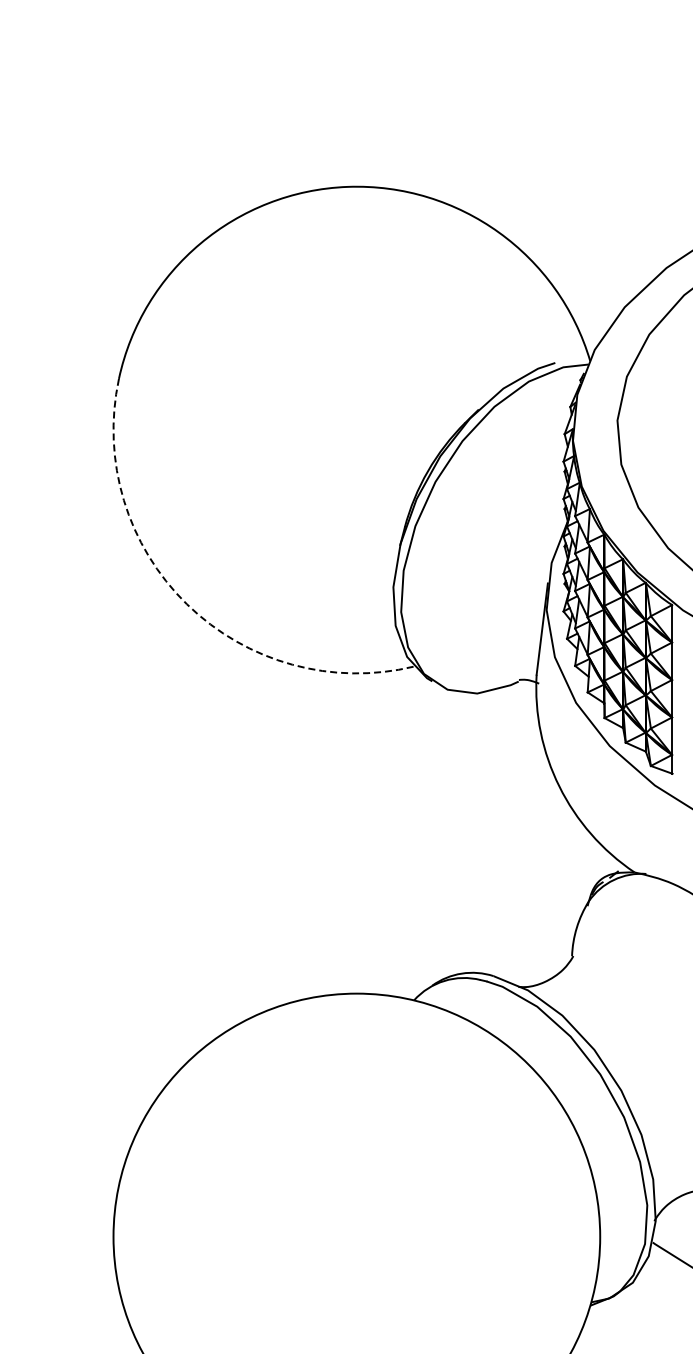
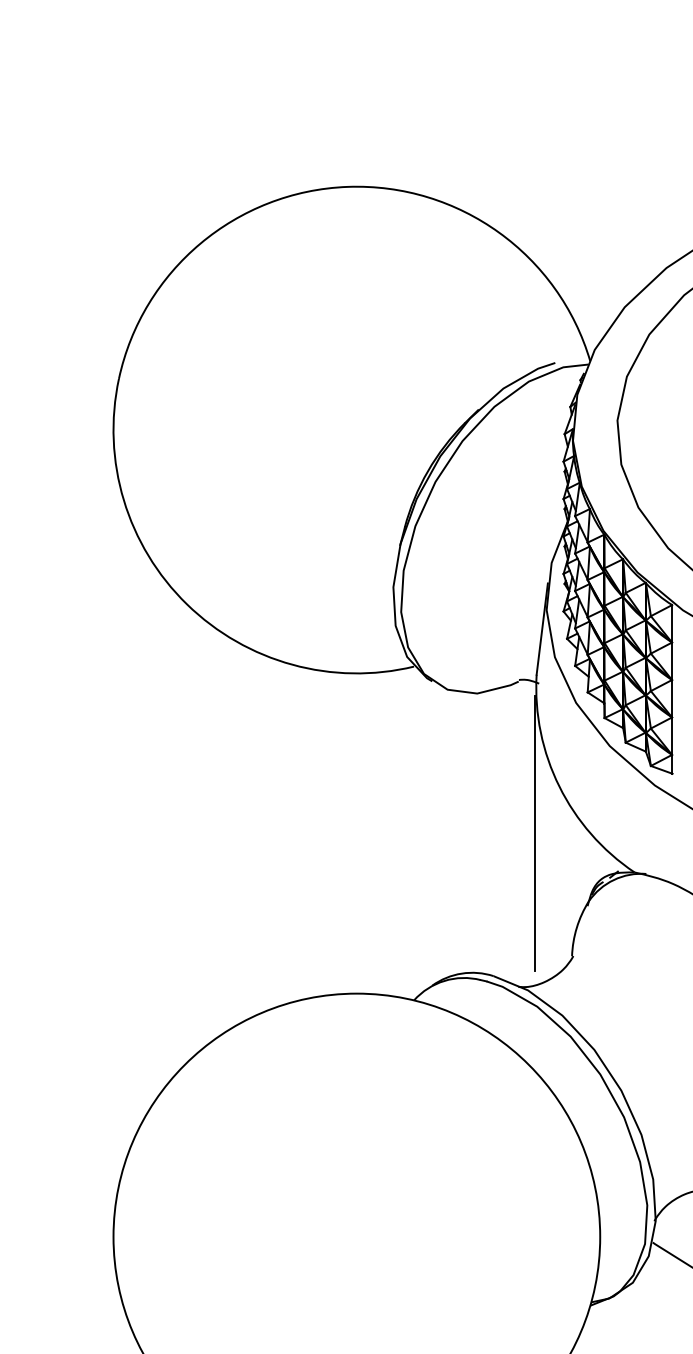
arc at (186, 604): dashed -> solid
line at (535, 833): none -> present
